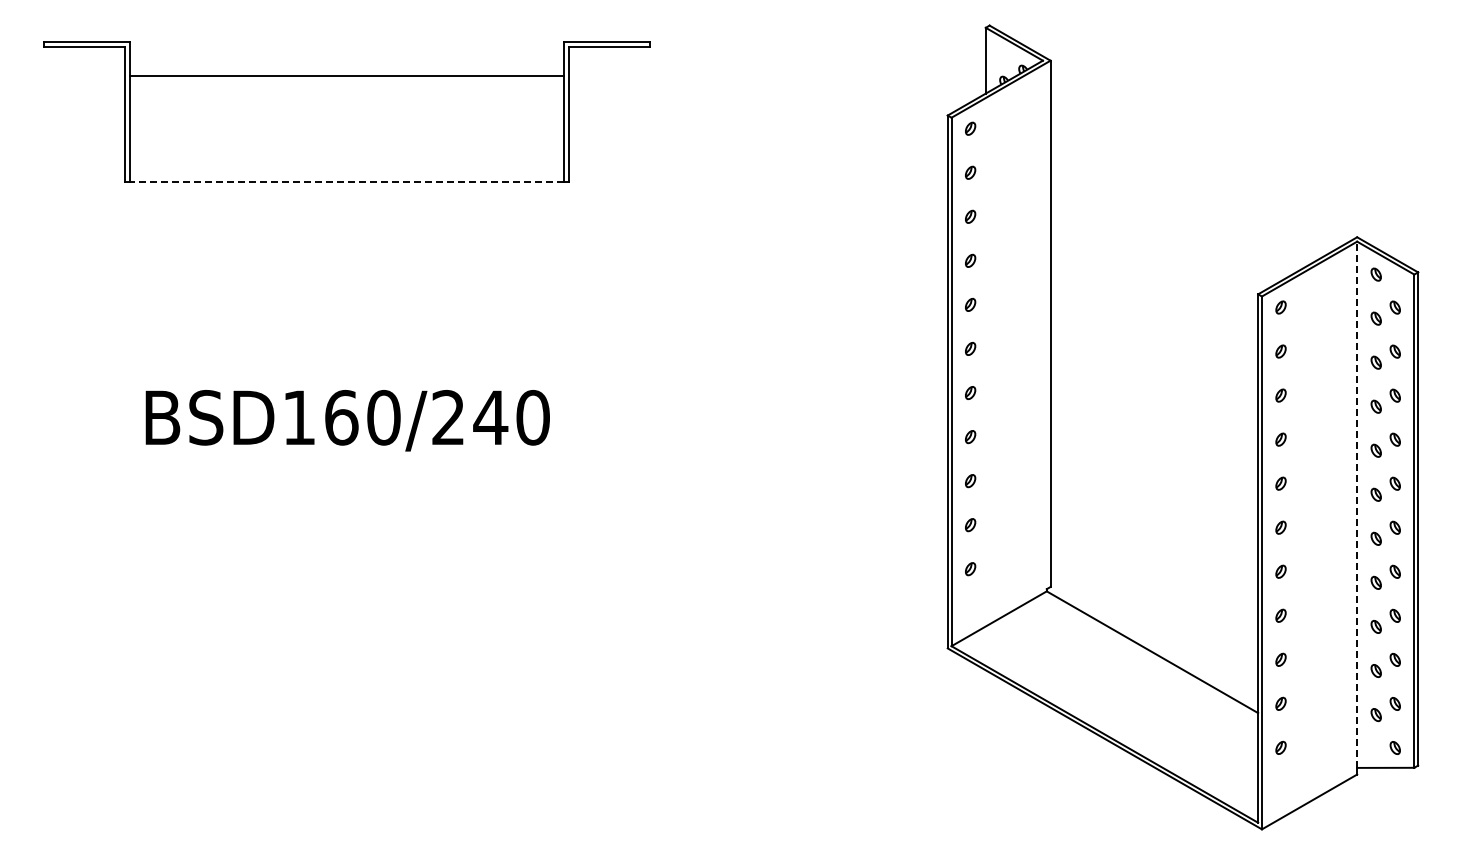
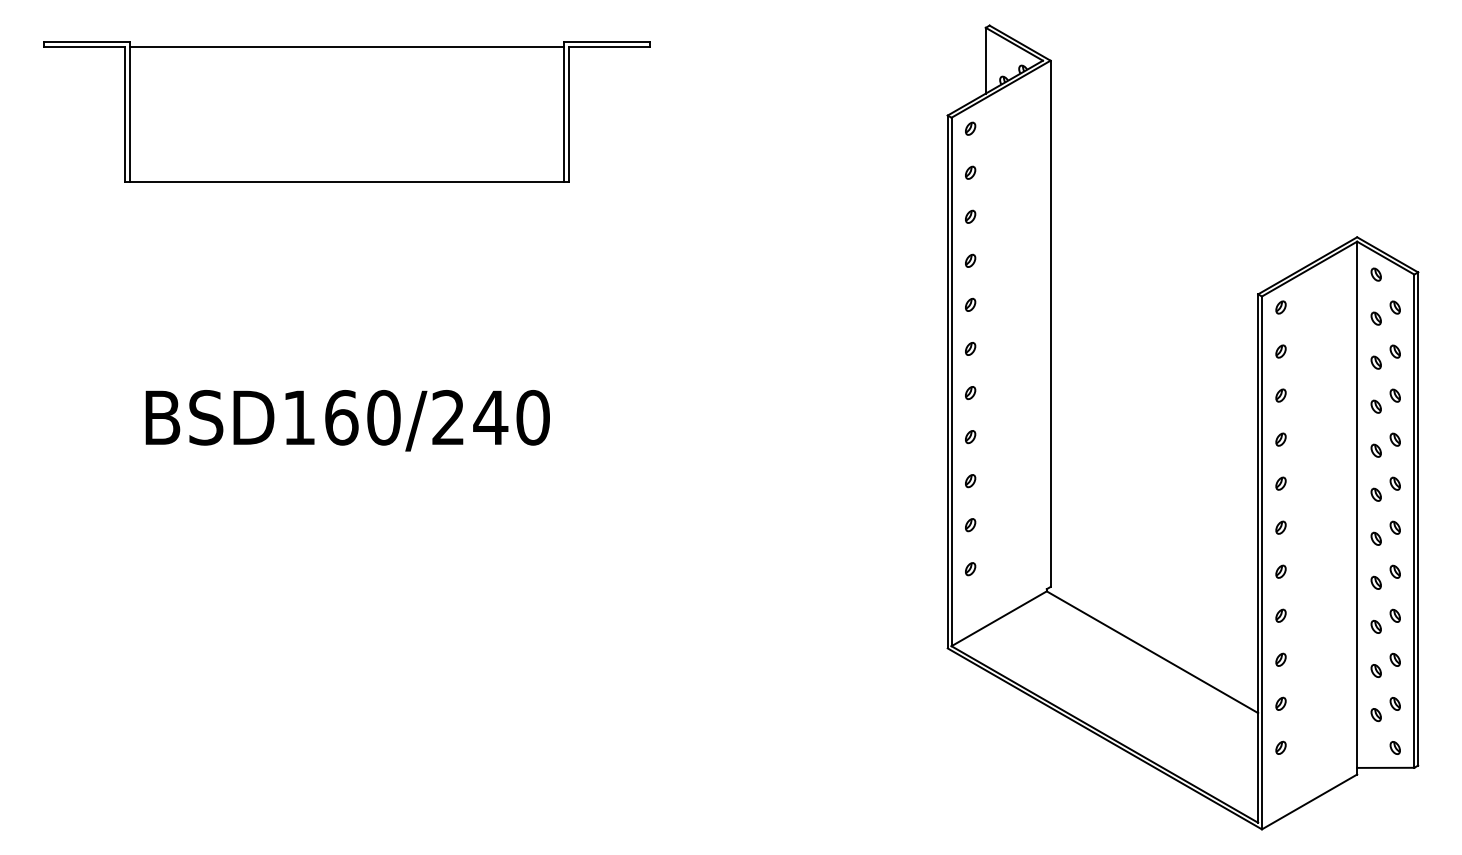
line at (346, 76) position: (346, 76) -> (346, 47)
line at (346, 182): dashed -> solid
line at (1357, 504): dashed -> solid
